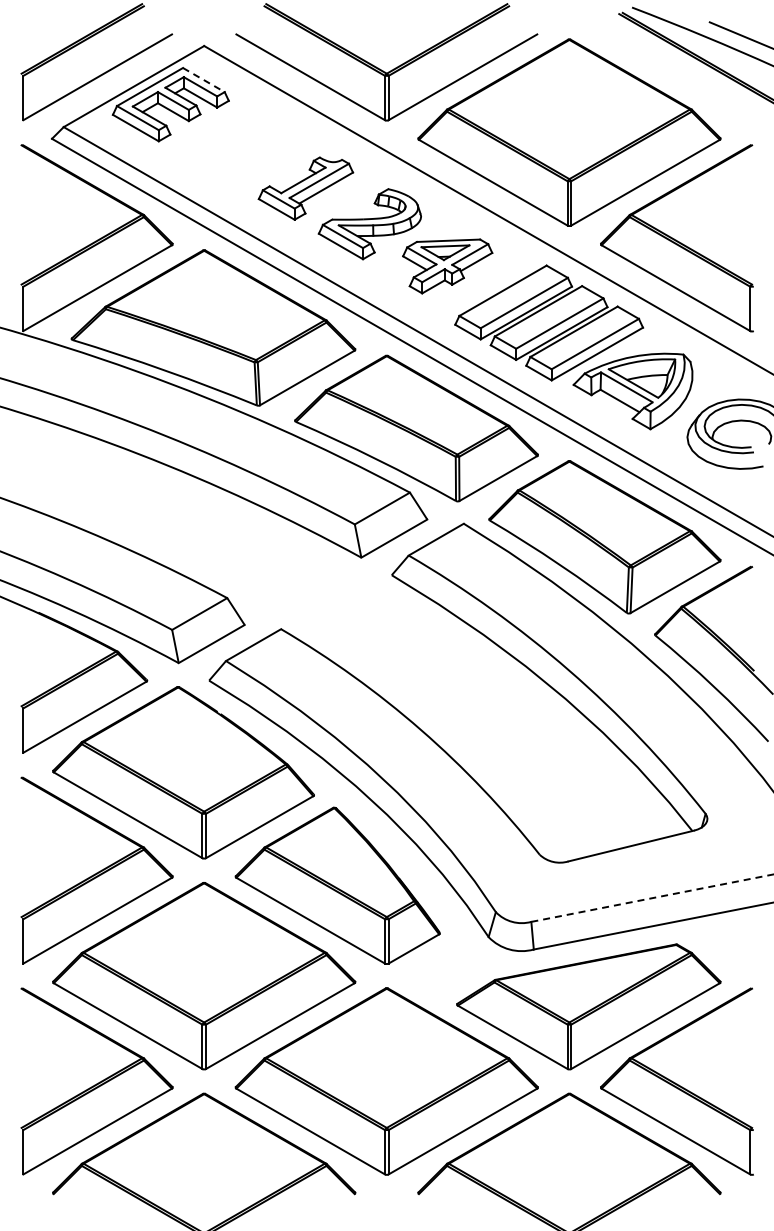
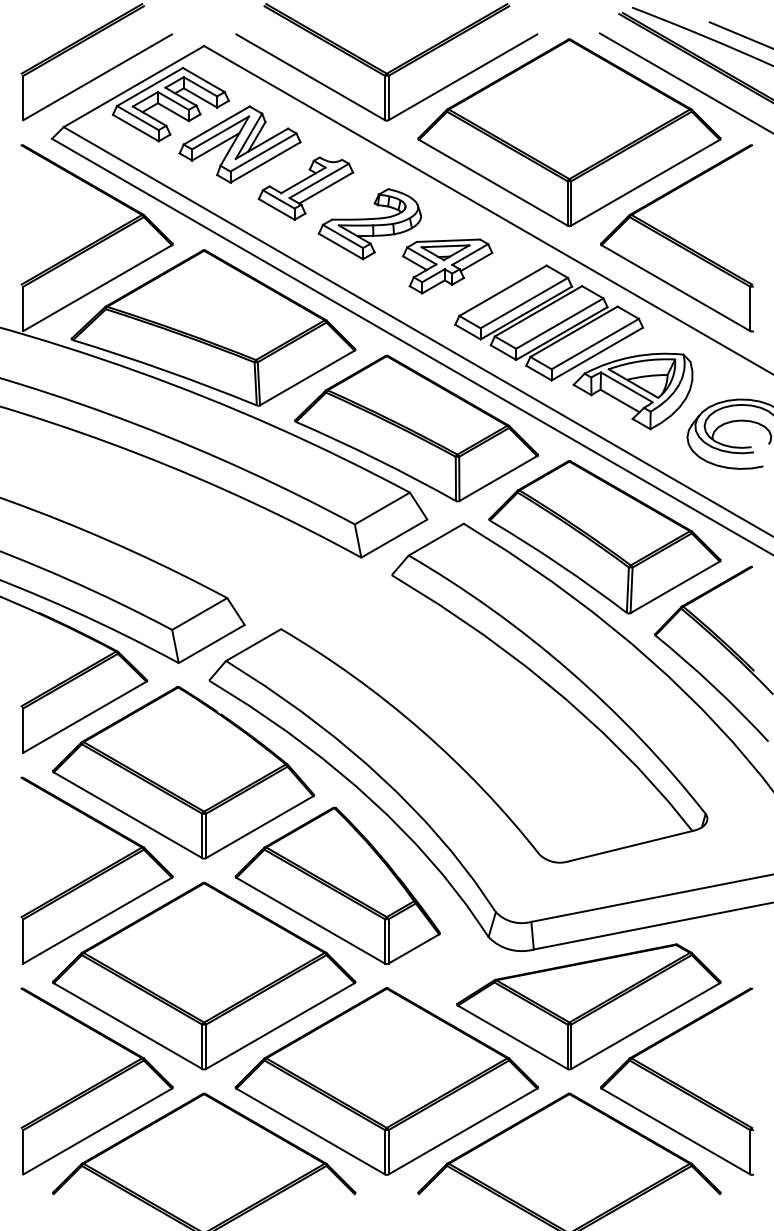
line at (204, 80): dashed -> solid
line at (684, 82): none -> present
part at (239, 144): none -> present
line at (652, 898): dashed -> solid
